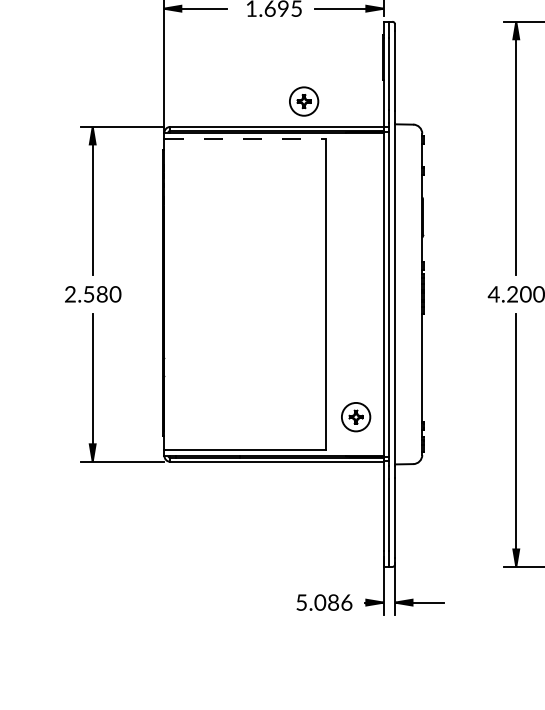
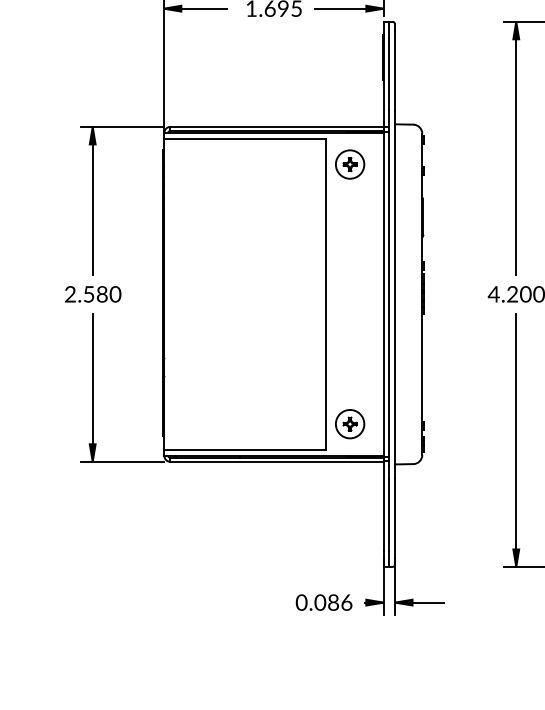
part at (304, 101) position: (304, 101) -> (350, 164)
line at (245, 138): dashed -> solid
part at (356, 417) position: (356, 417) -> (350, 424)
text at (301, 602): 5.086 -> 0.086
